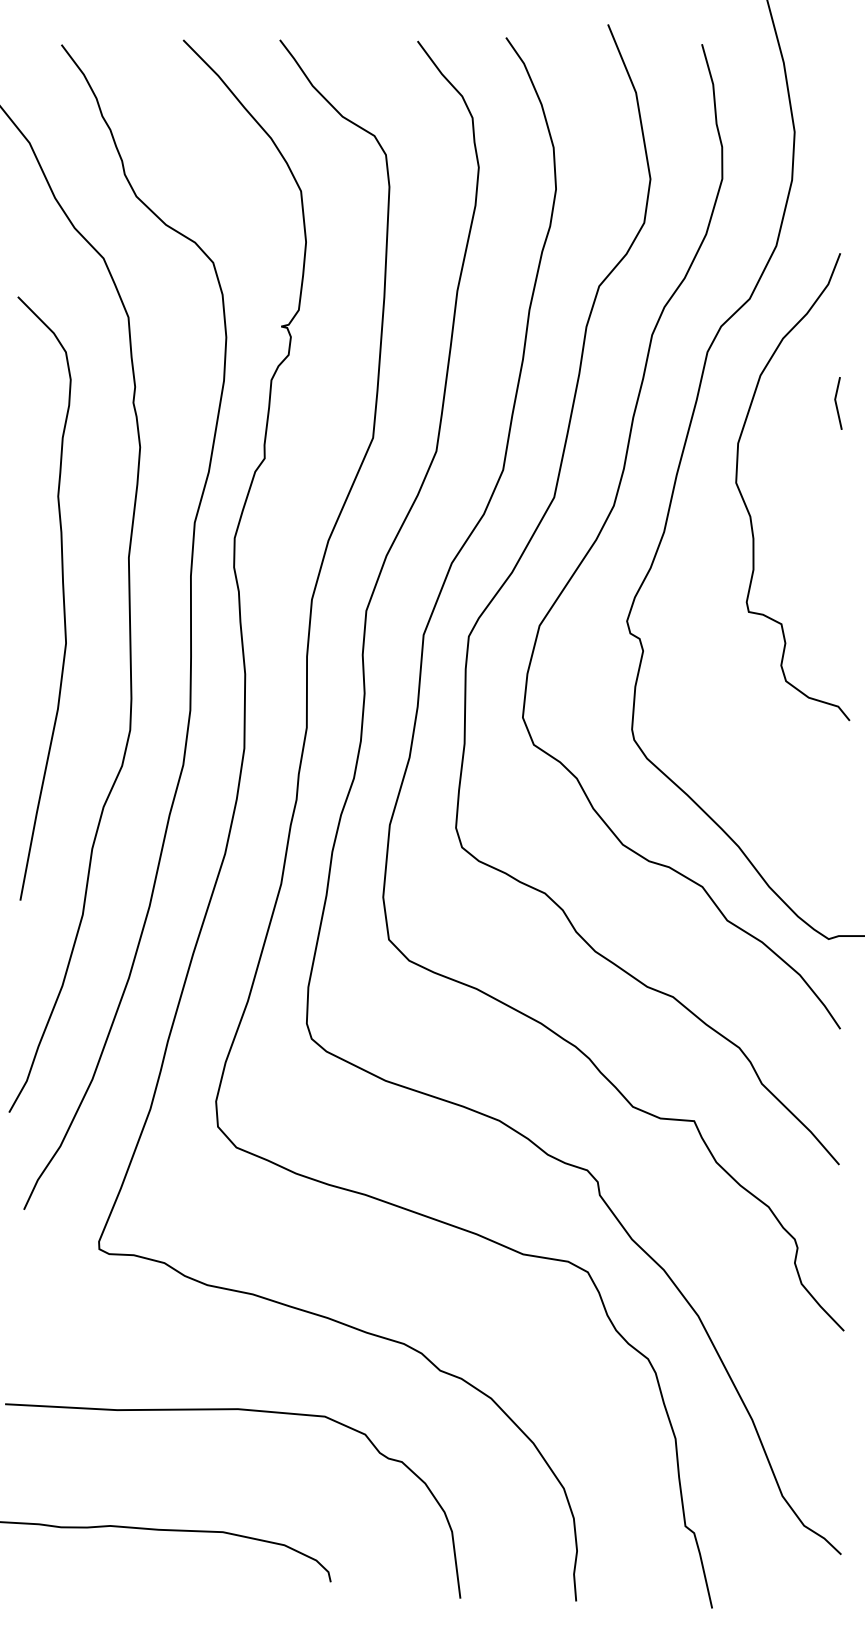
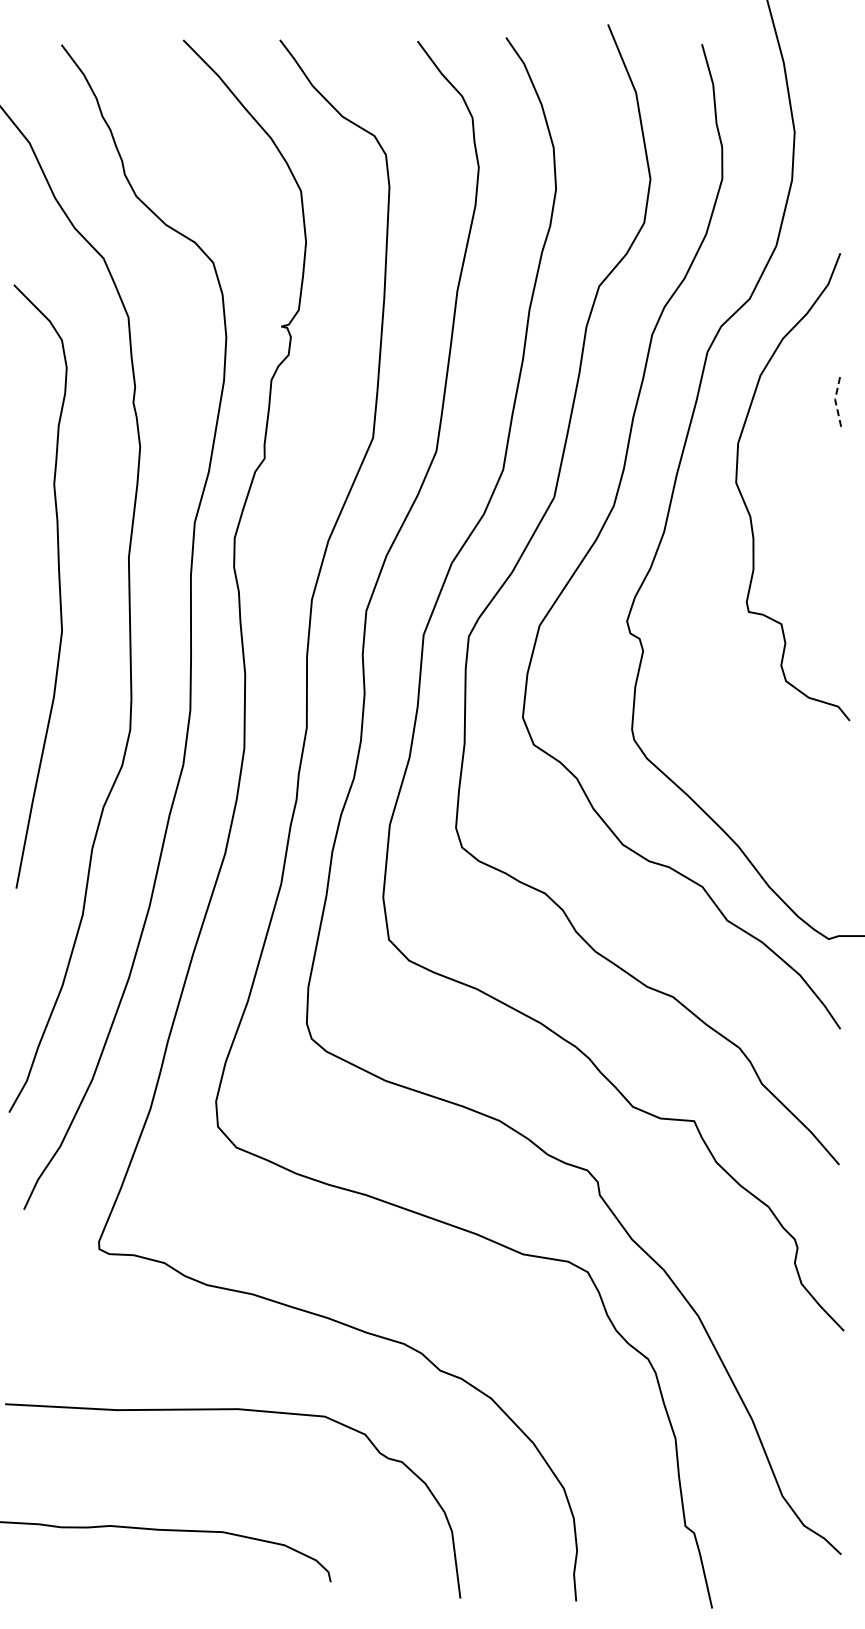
line at (835, 403): solid -> dashed
curve at (62, 597) position: (62, 597) -> (58, 585)
